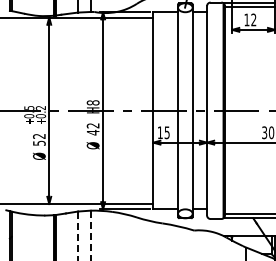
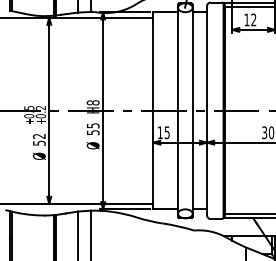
text at (92, 129): 42 -> 55
line at (90, 235): dashed -> solid
line at (78, 236): dashed -> solid
